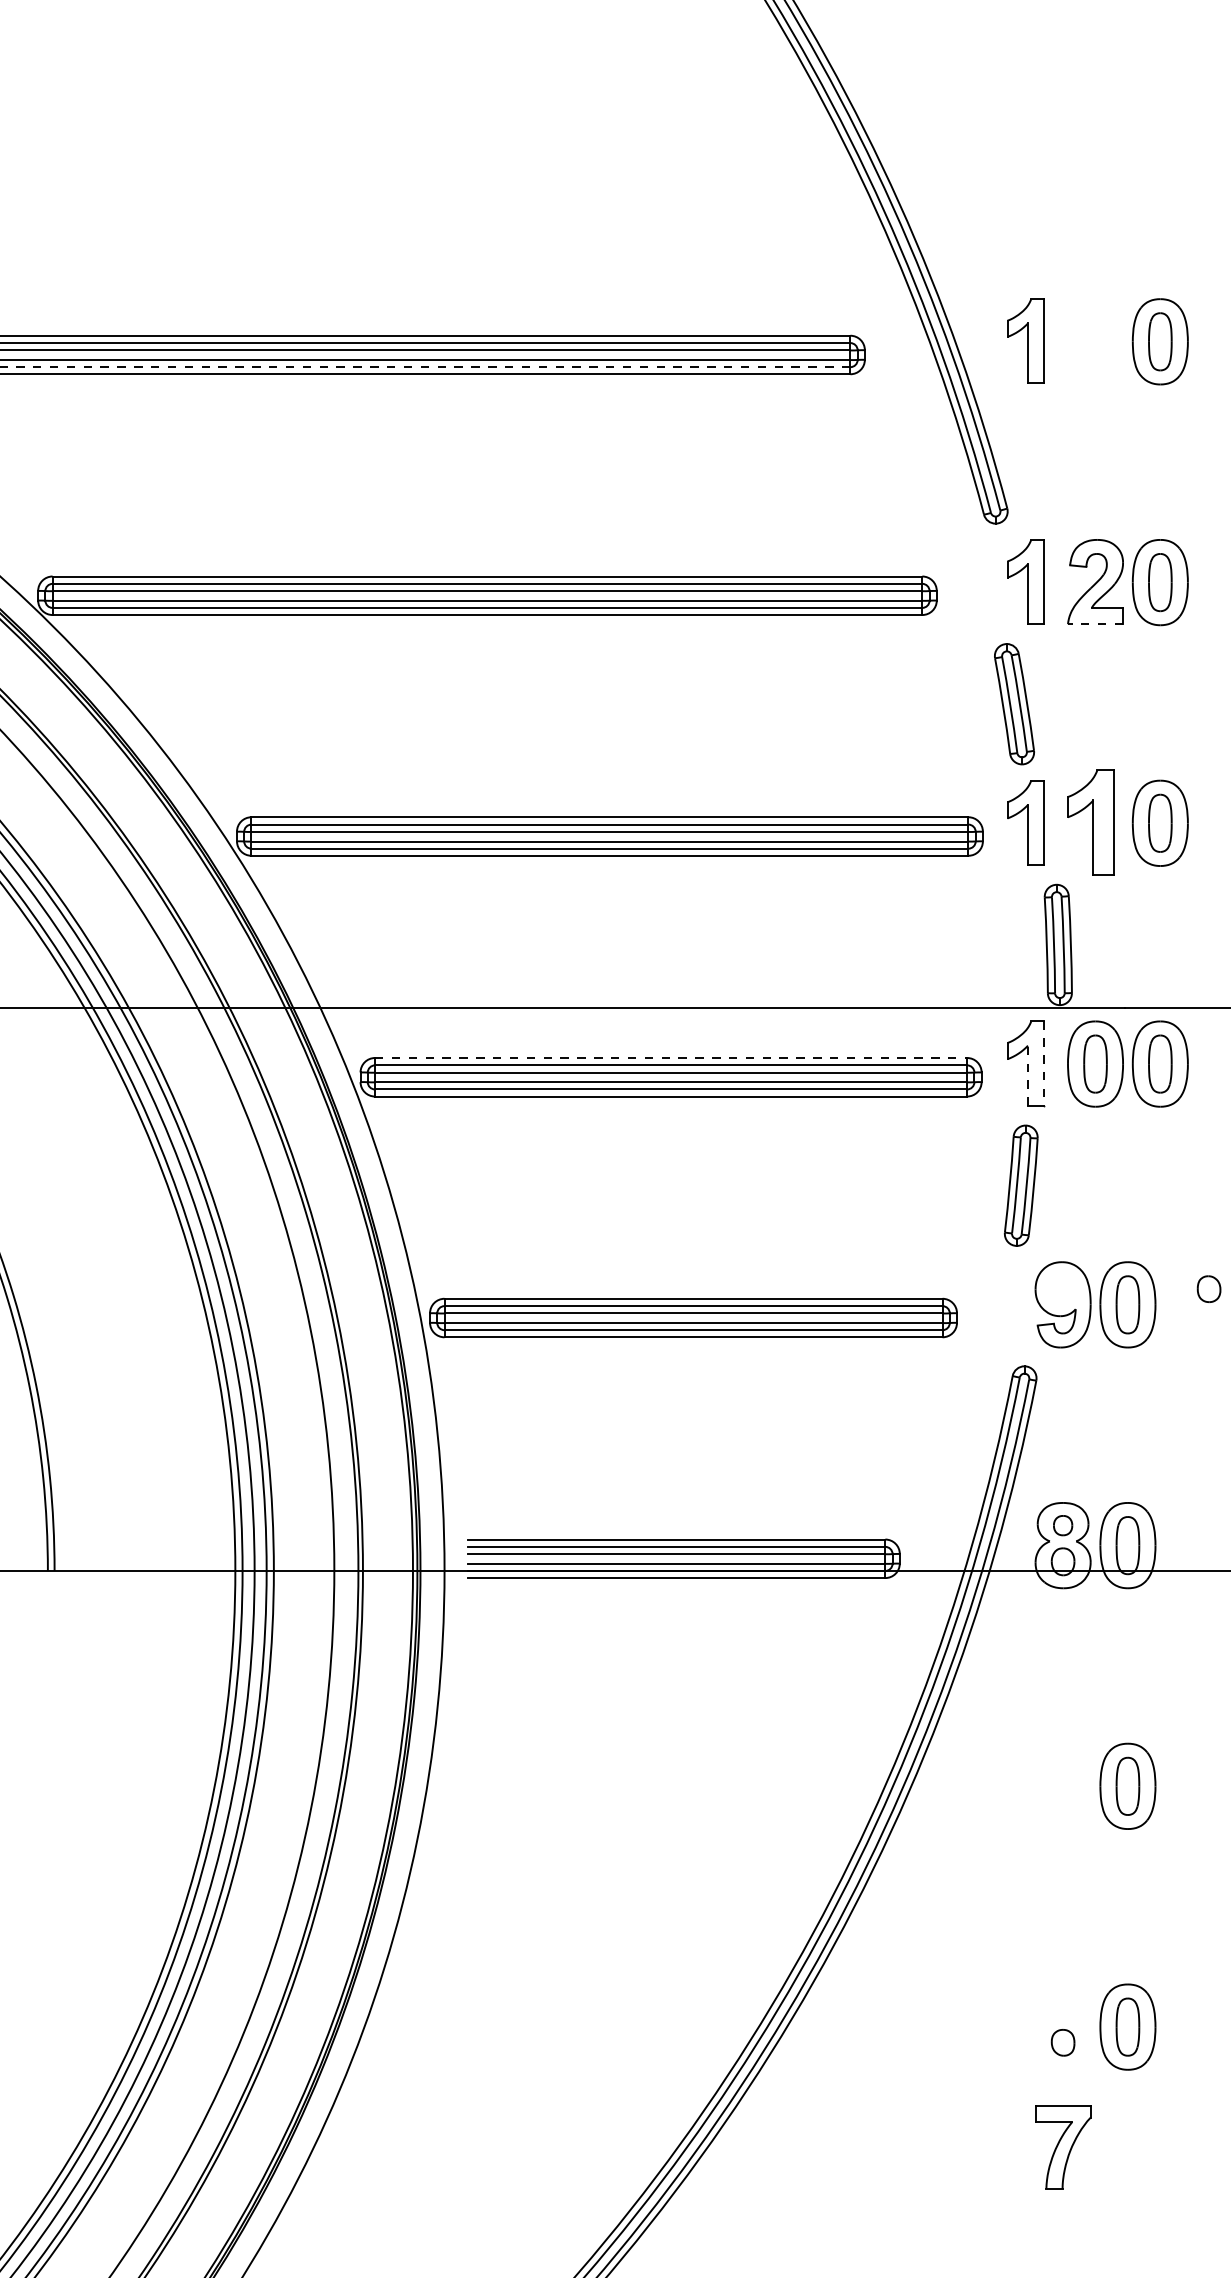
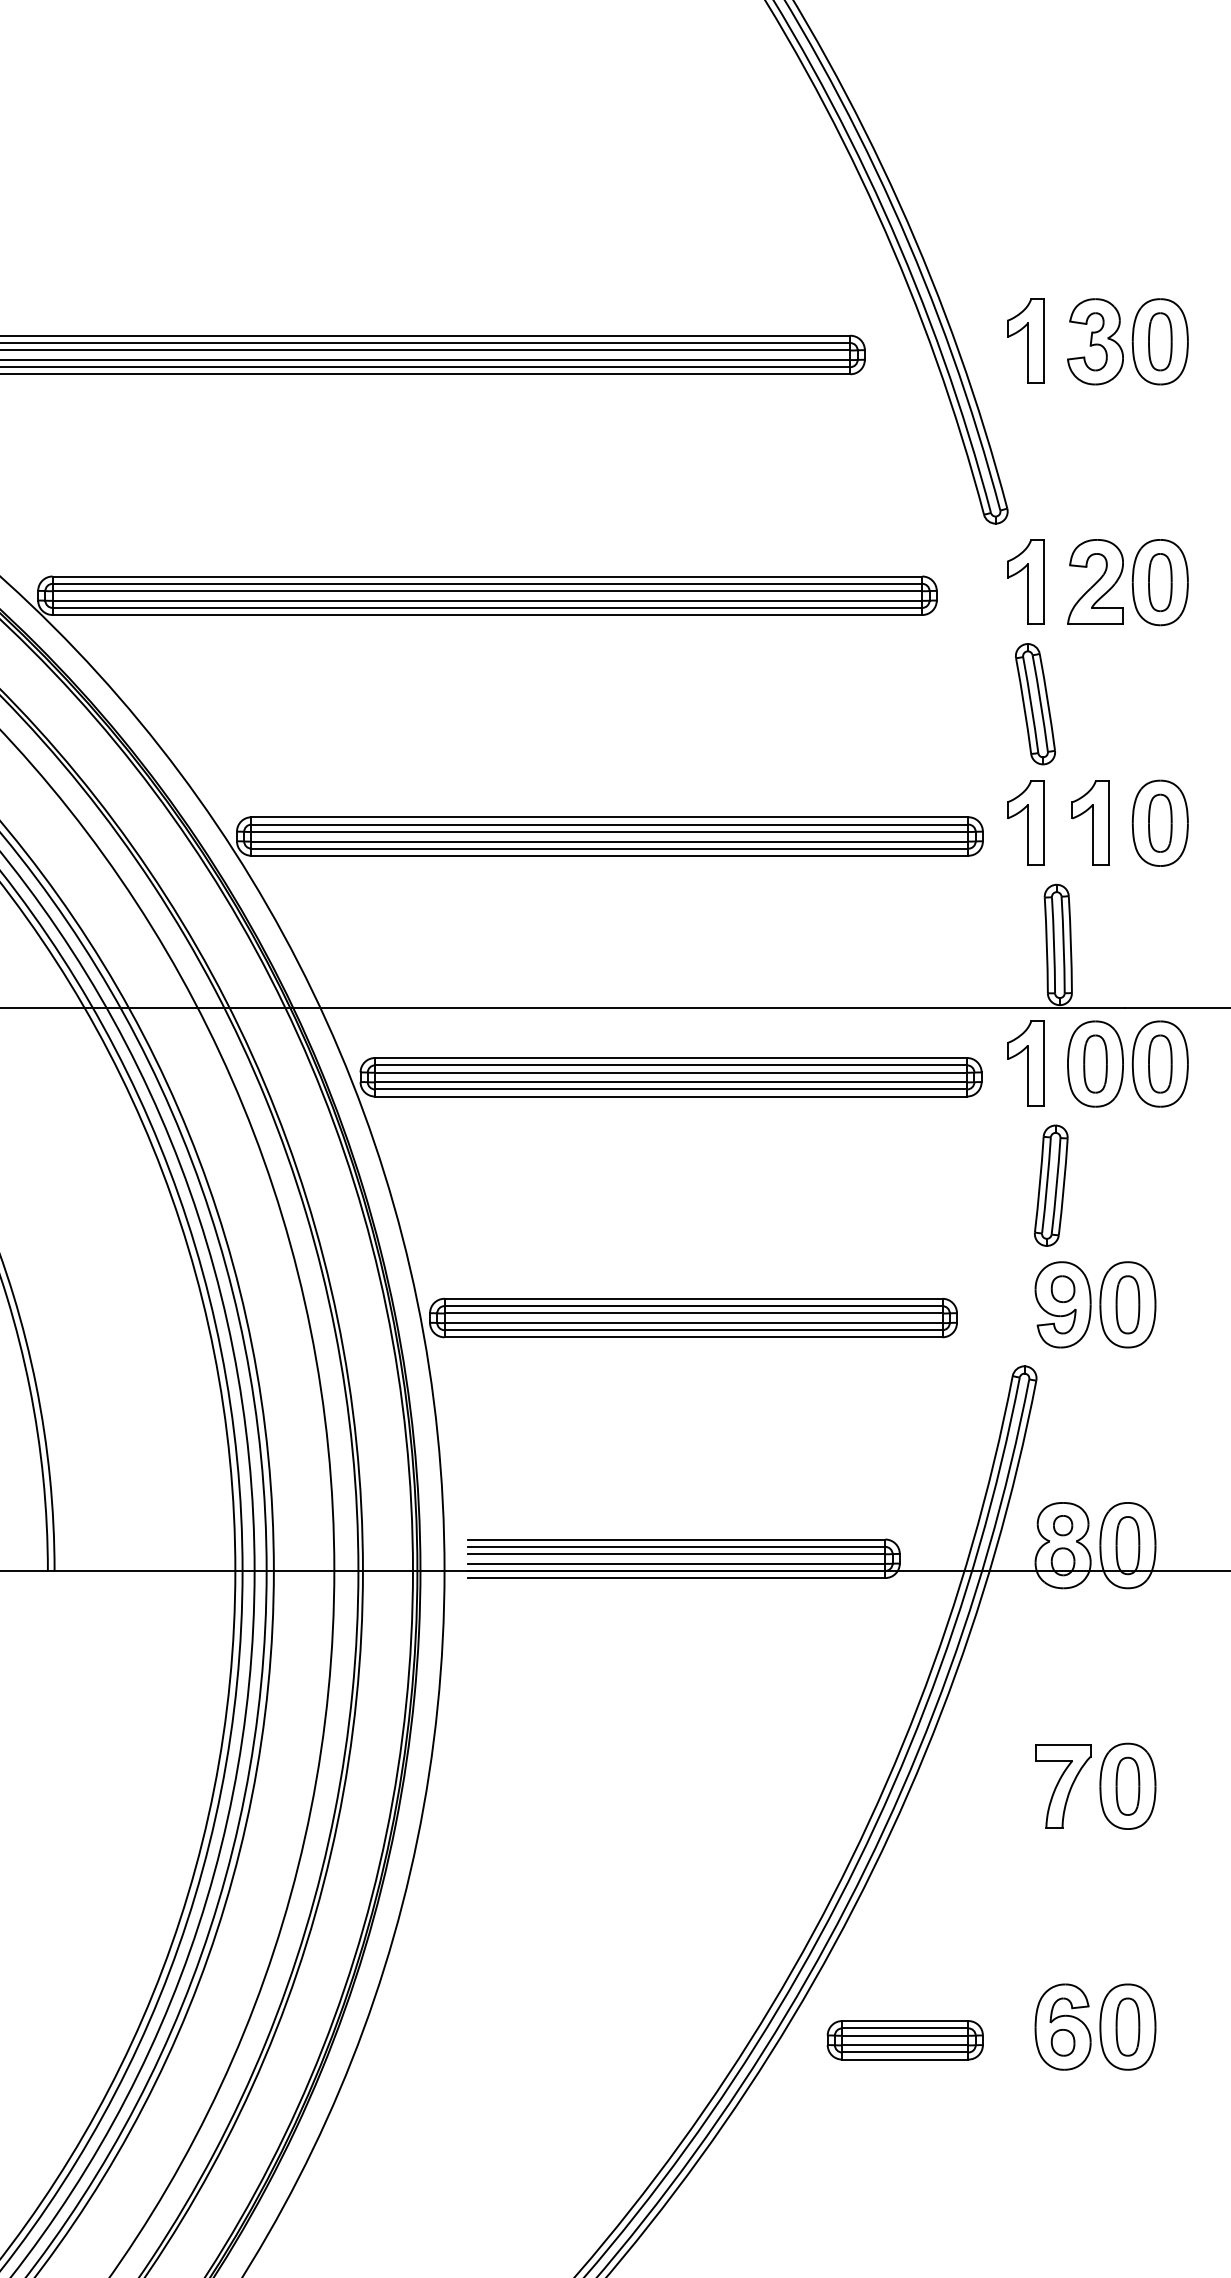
part at (1095, 341): none -> present
line at (425, 367): dashed -> solid
line at (1095, 624): dashed -> solid
part at (1014, 704) position: (1014, 704) -> (1035, 704)
part at (1090, 822) size: 48x107 px -> 39x86 px
line at (671, 1058): dashed -> solid
line at (1044, 1064): dashed -> solid
line at (1028, 1075): dashed -> solid
part at (1020, 1185) position: (1020, 1185) -> (1050, 1185)
part at (1208, 1288) position: (1208, 1288) -> (1062, 1288)
part at (1062, 2026): none -> present
part at (904, 2040): none -> present
part at (1063, 2147) position: (1063, 2147) -> (1063, 1786)
